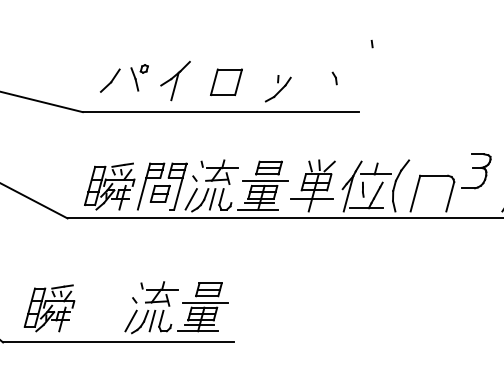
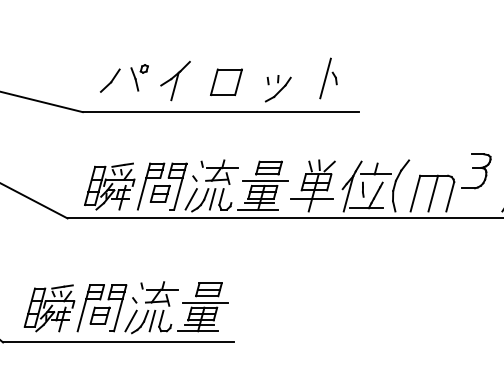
line at (371, 44) position: (371, 44) -> (267, 81)
line at (325, 78): none -> present
line at (433, 193): none -> present
part at (101, 308): none -> present
